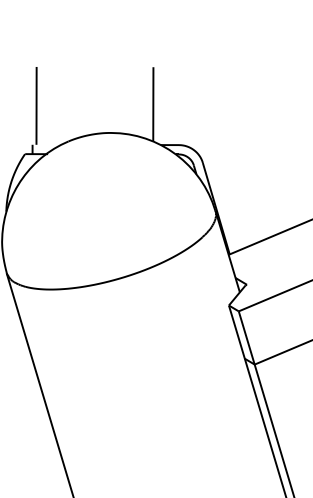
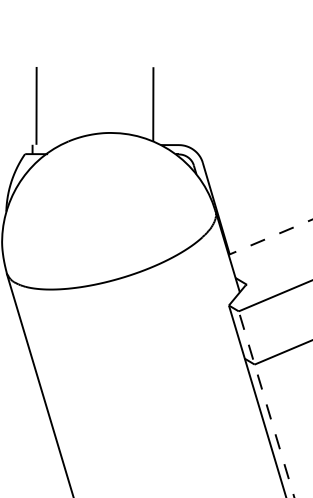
line at (270, 237): solid -> dashed
line at (266, 404): solid -> dashed
